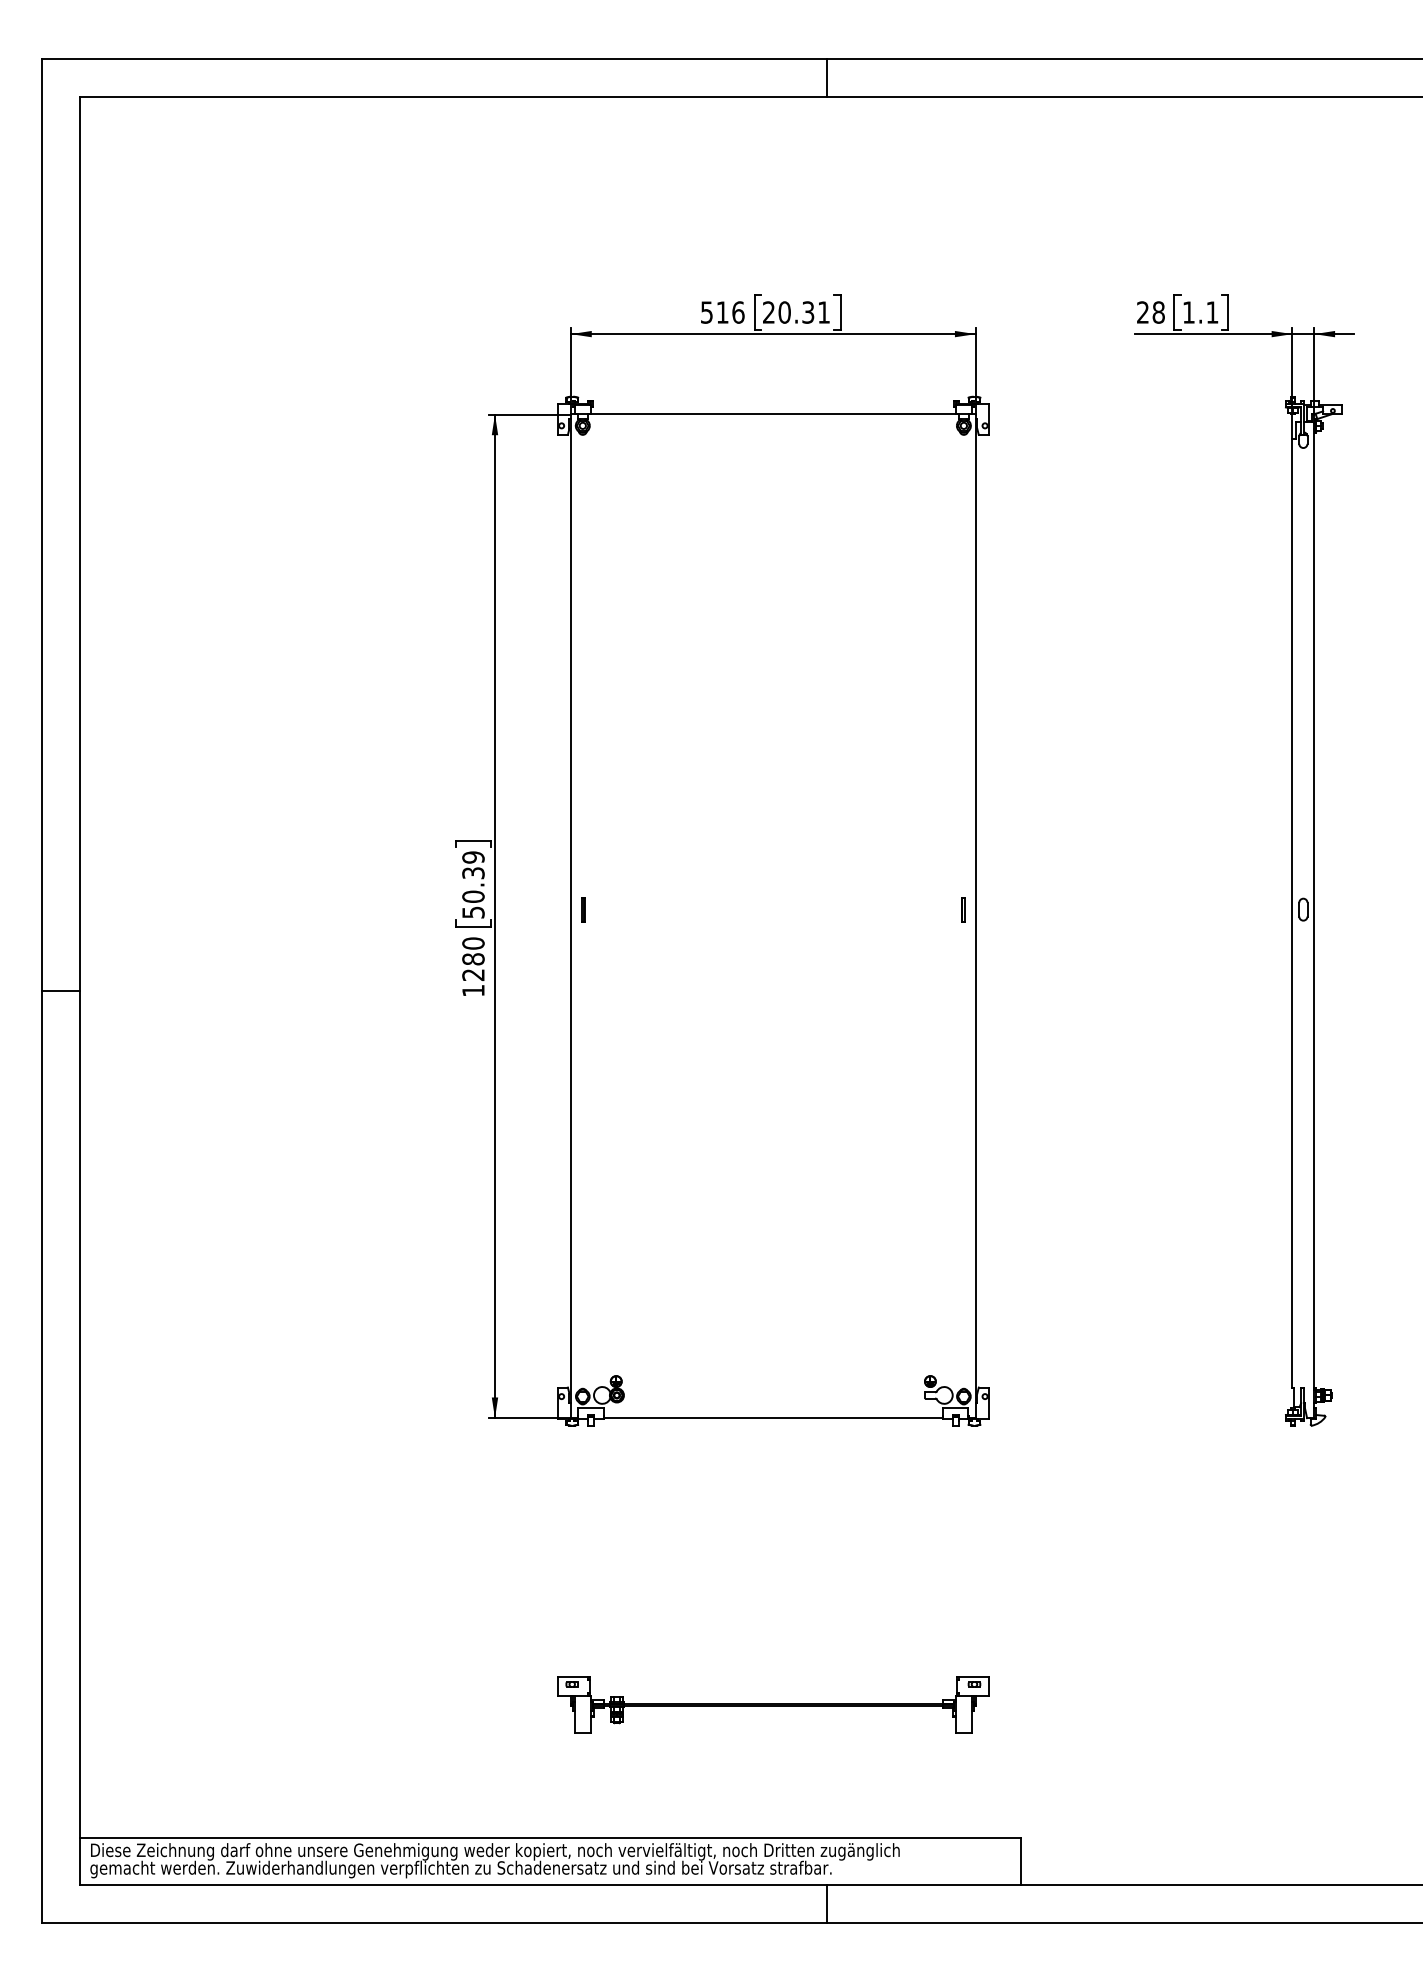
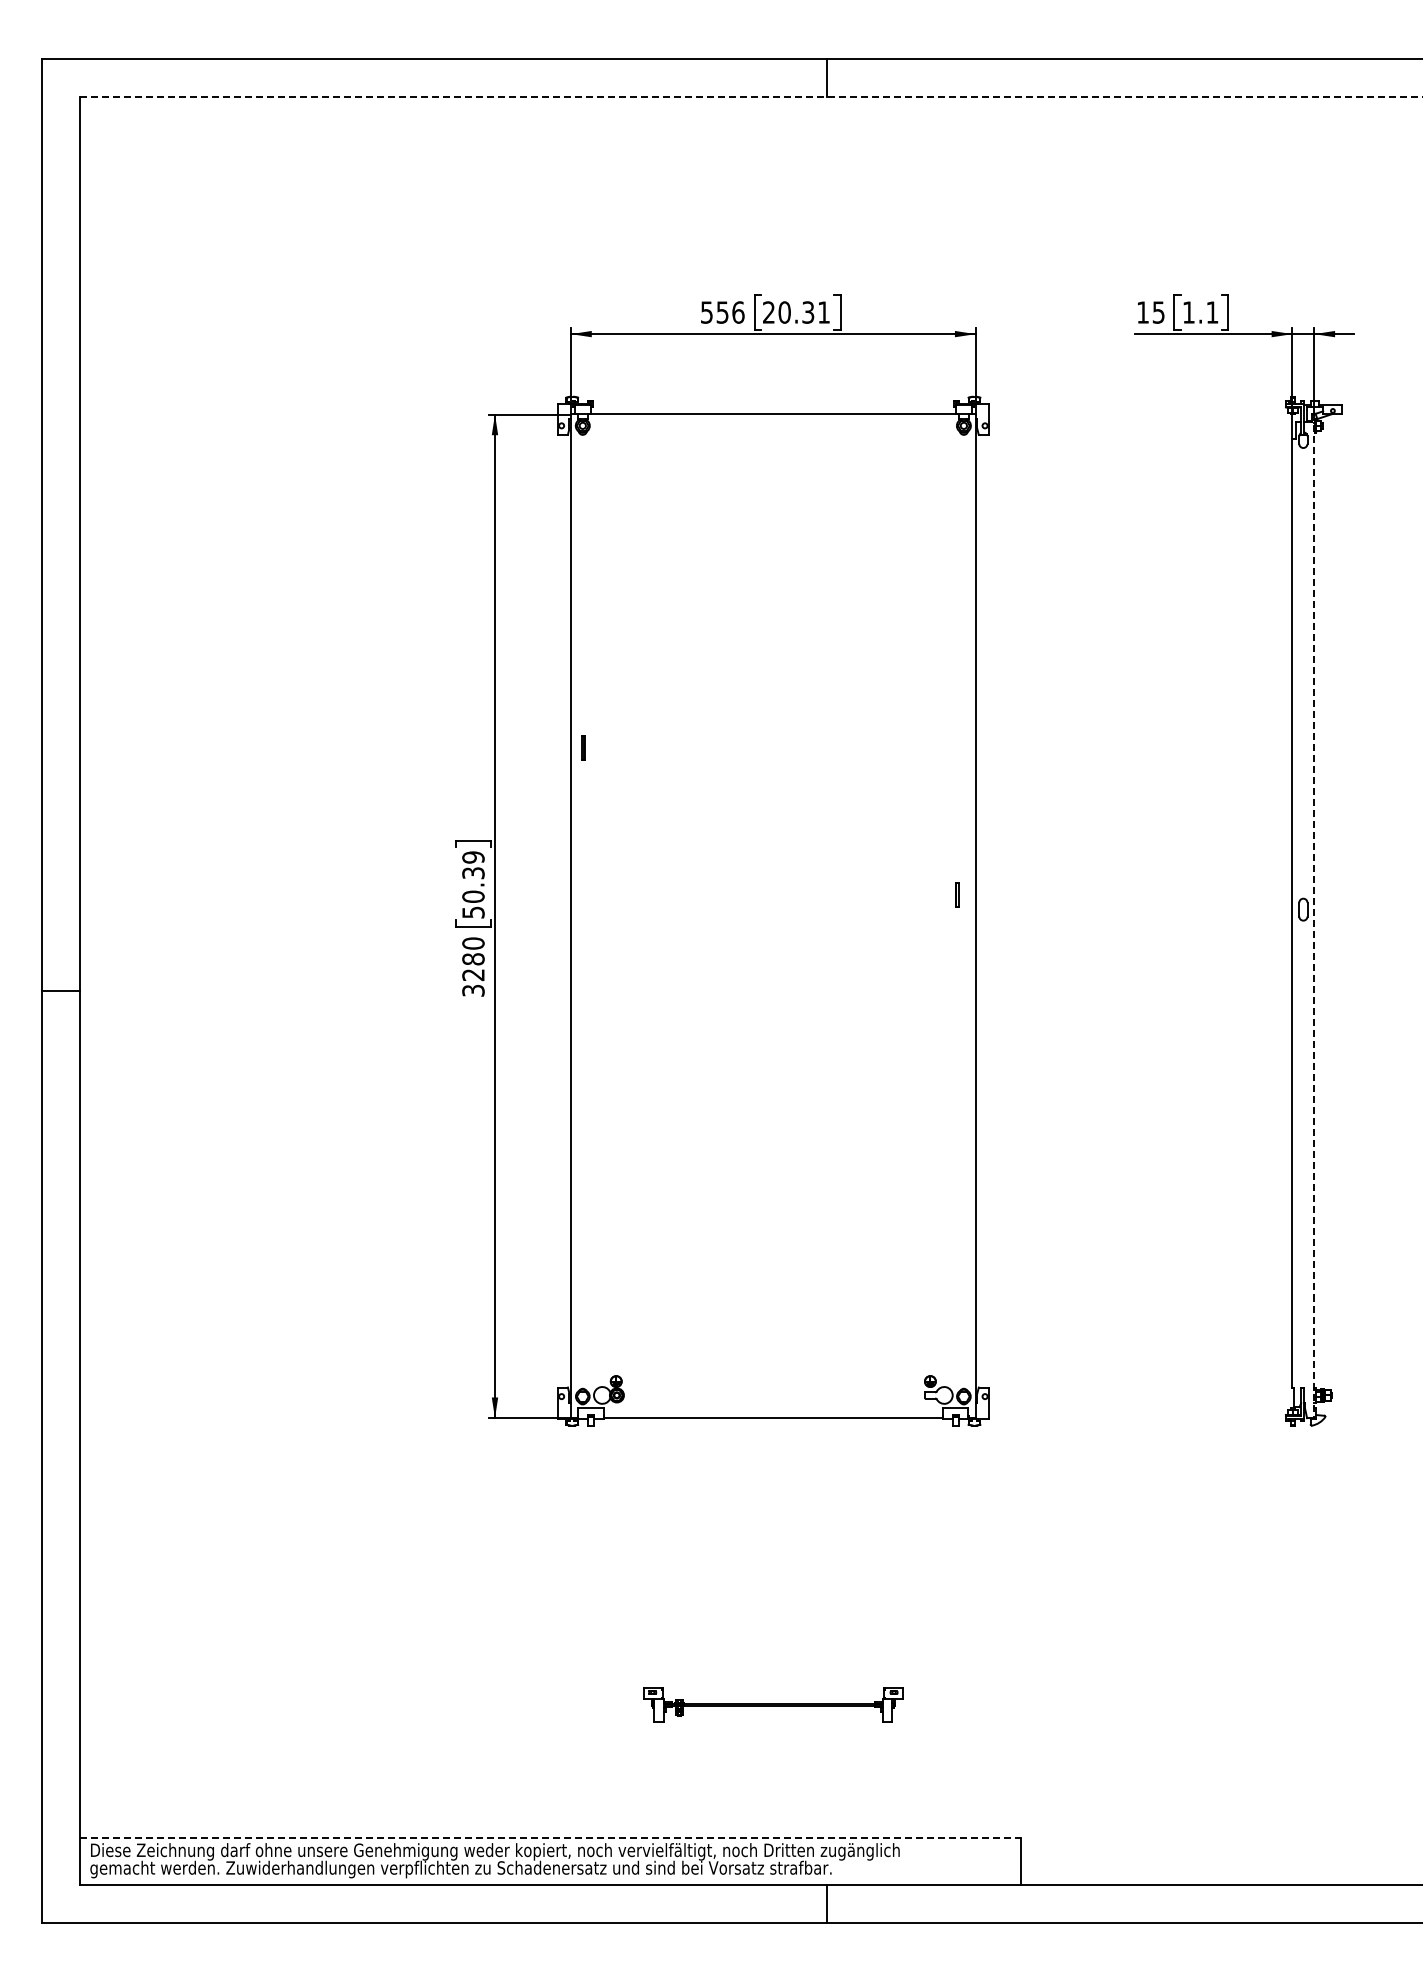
line at (751, 97): solid -> dashed
text at (722, 312): 516 -> 556
text at (1150, 312): 28 -> 15
line at (583, 909) position: (583, 909) -> (583, 747)
line at (962, 909) position: (962, 909) -> (956, 894)
line at (1314, 916): solid -> dashed
text at (473, 990): 1280 -> 3280
part at (773, 1704) size: 433x58 px -> 261x36 px
line at (551, 1837): solid -> dashed
